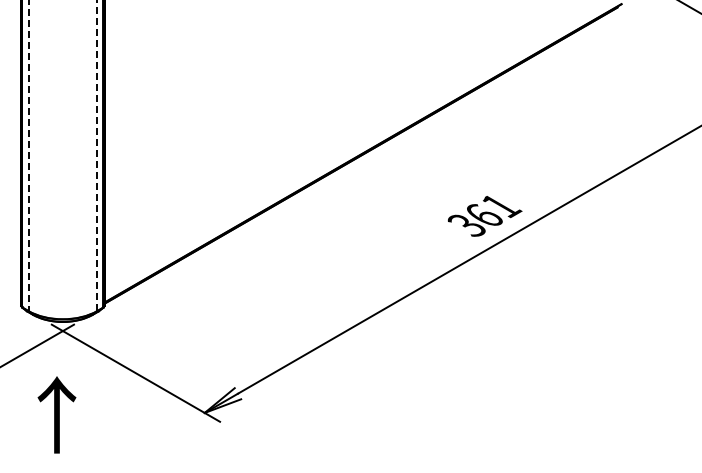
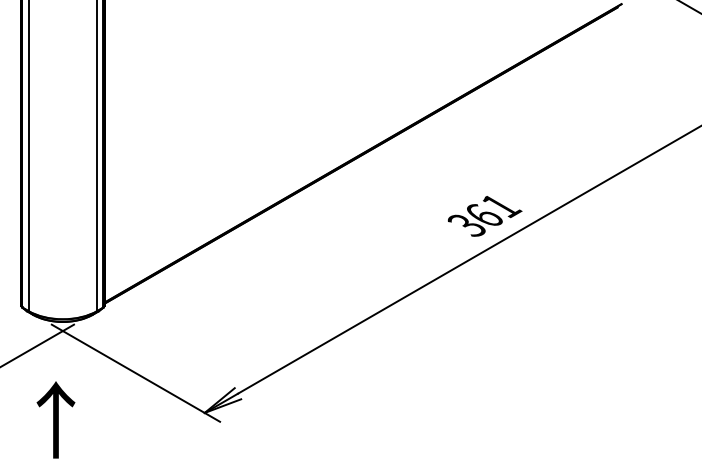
line at (97, 155): dashed -> solid
line at (28, 156): dashed -> solid
text at (56, 414) position: (56, 414) -> (55, 419)
